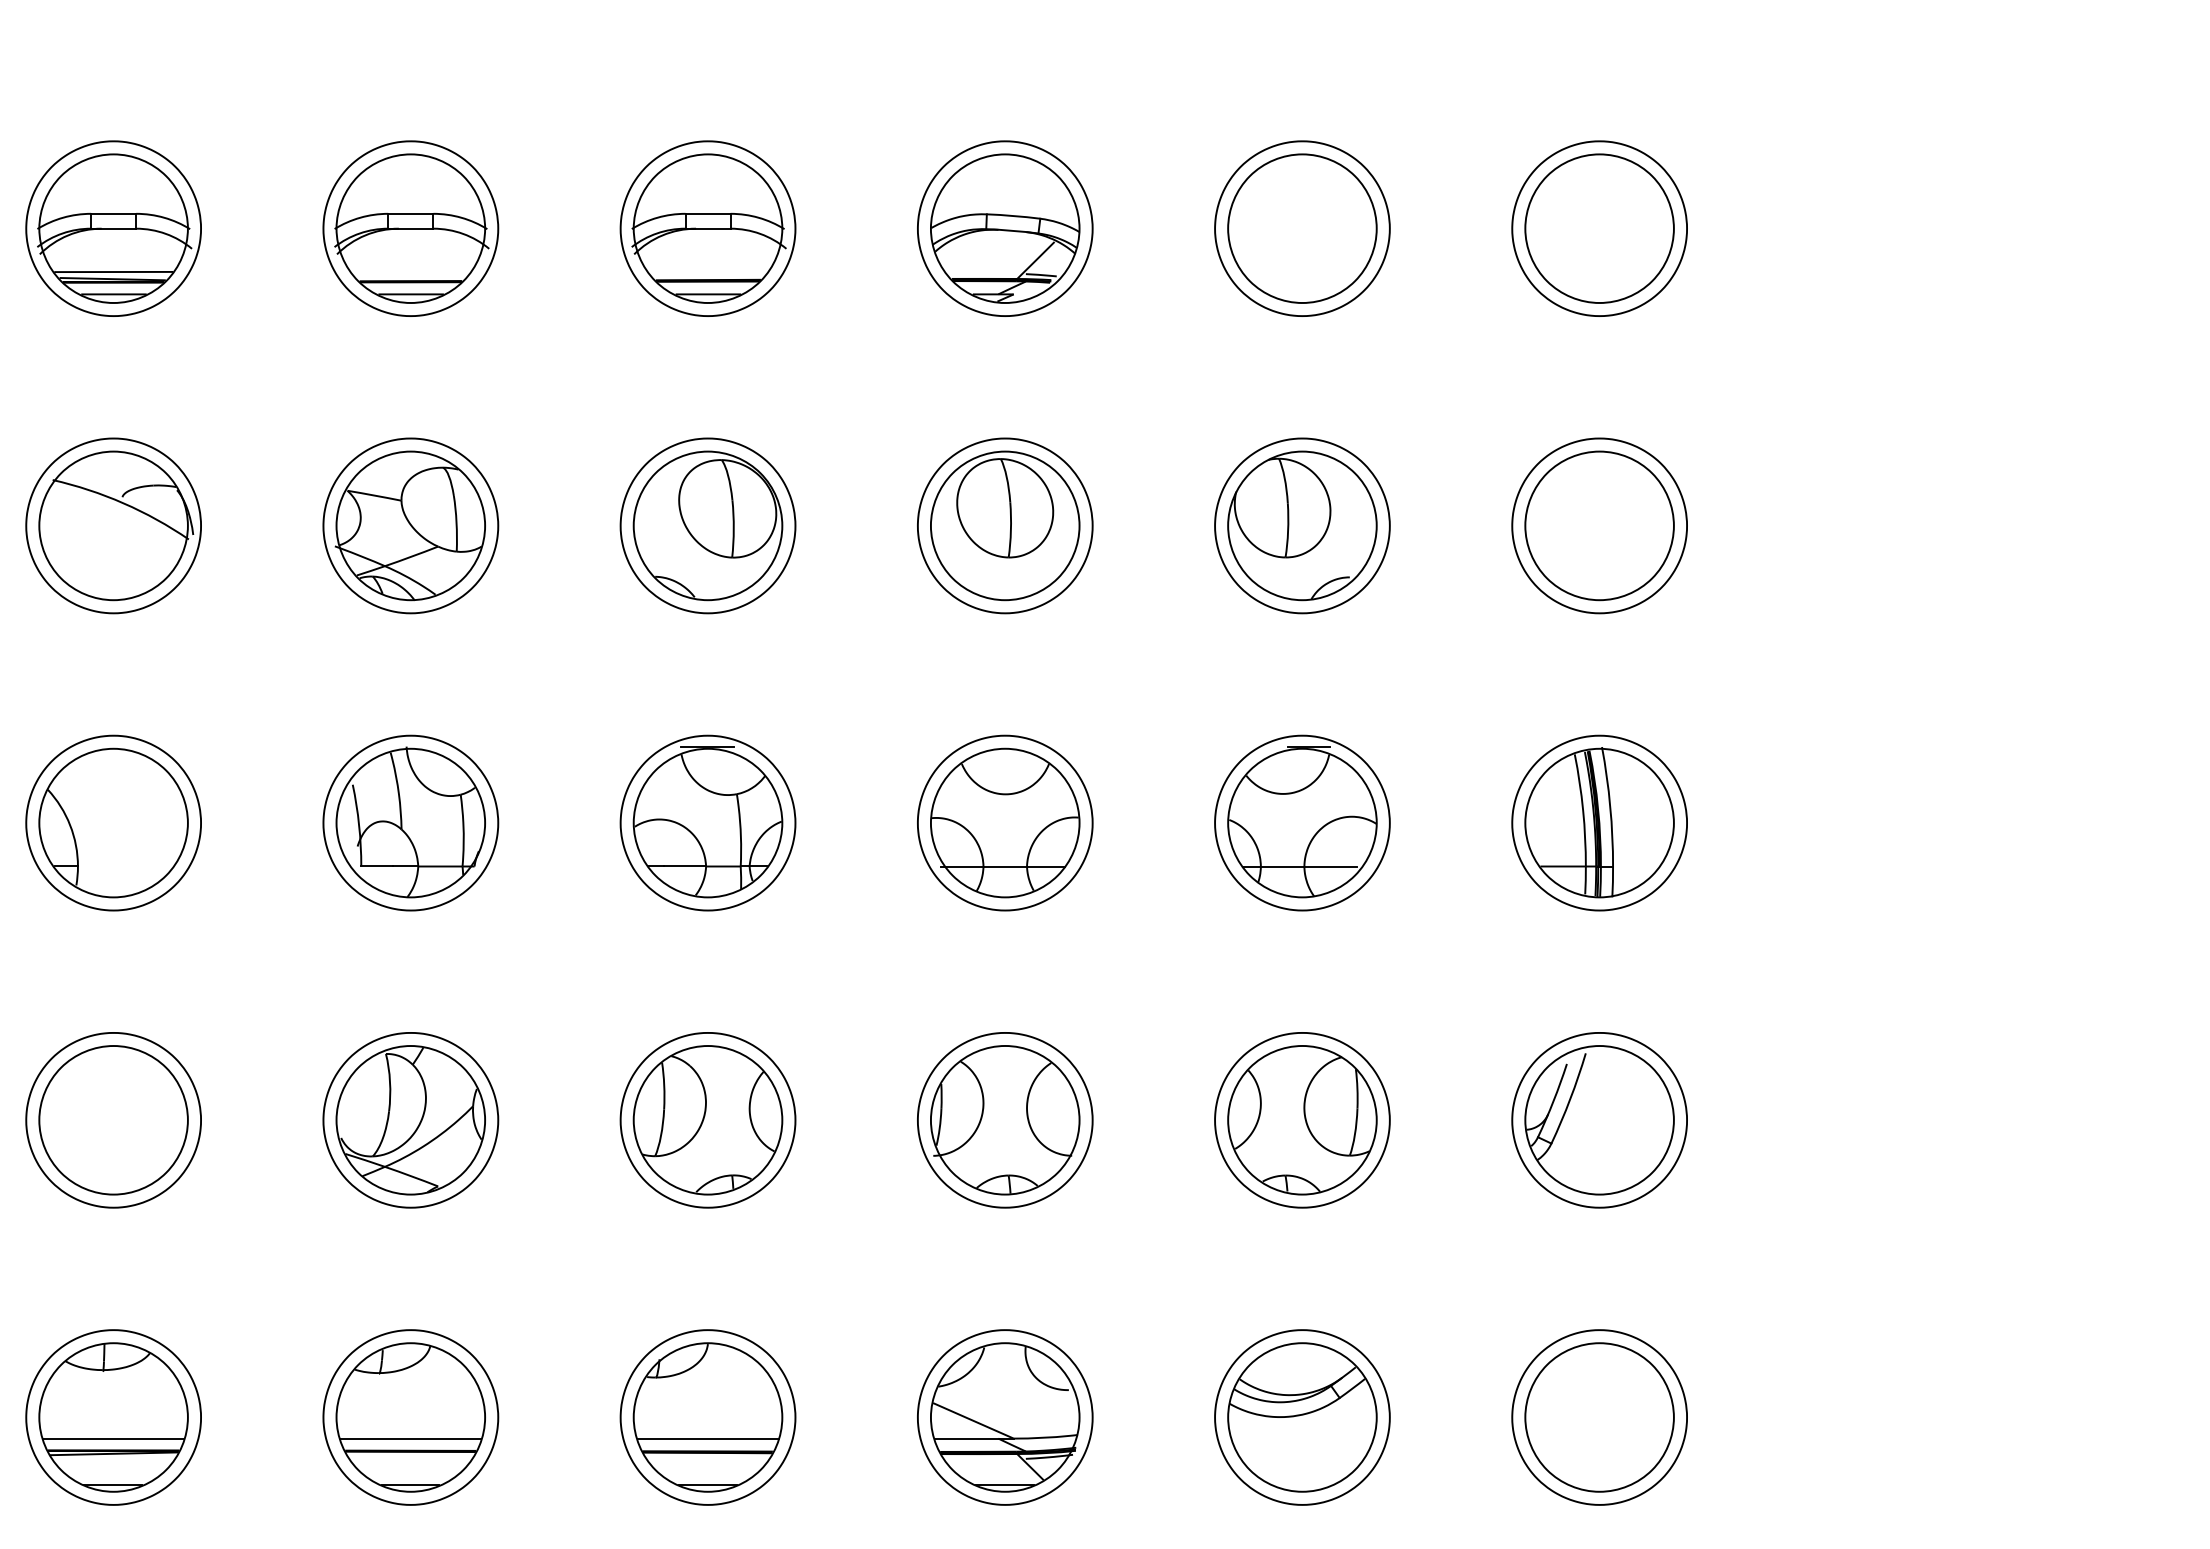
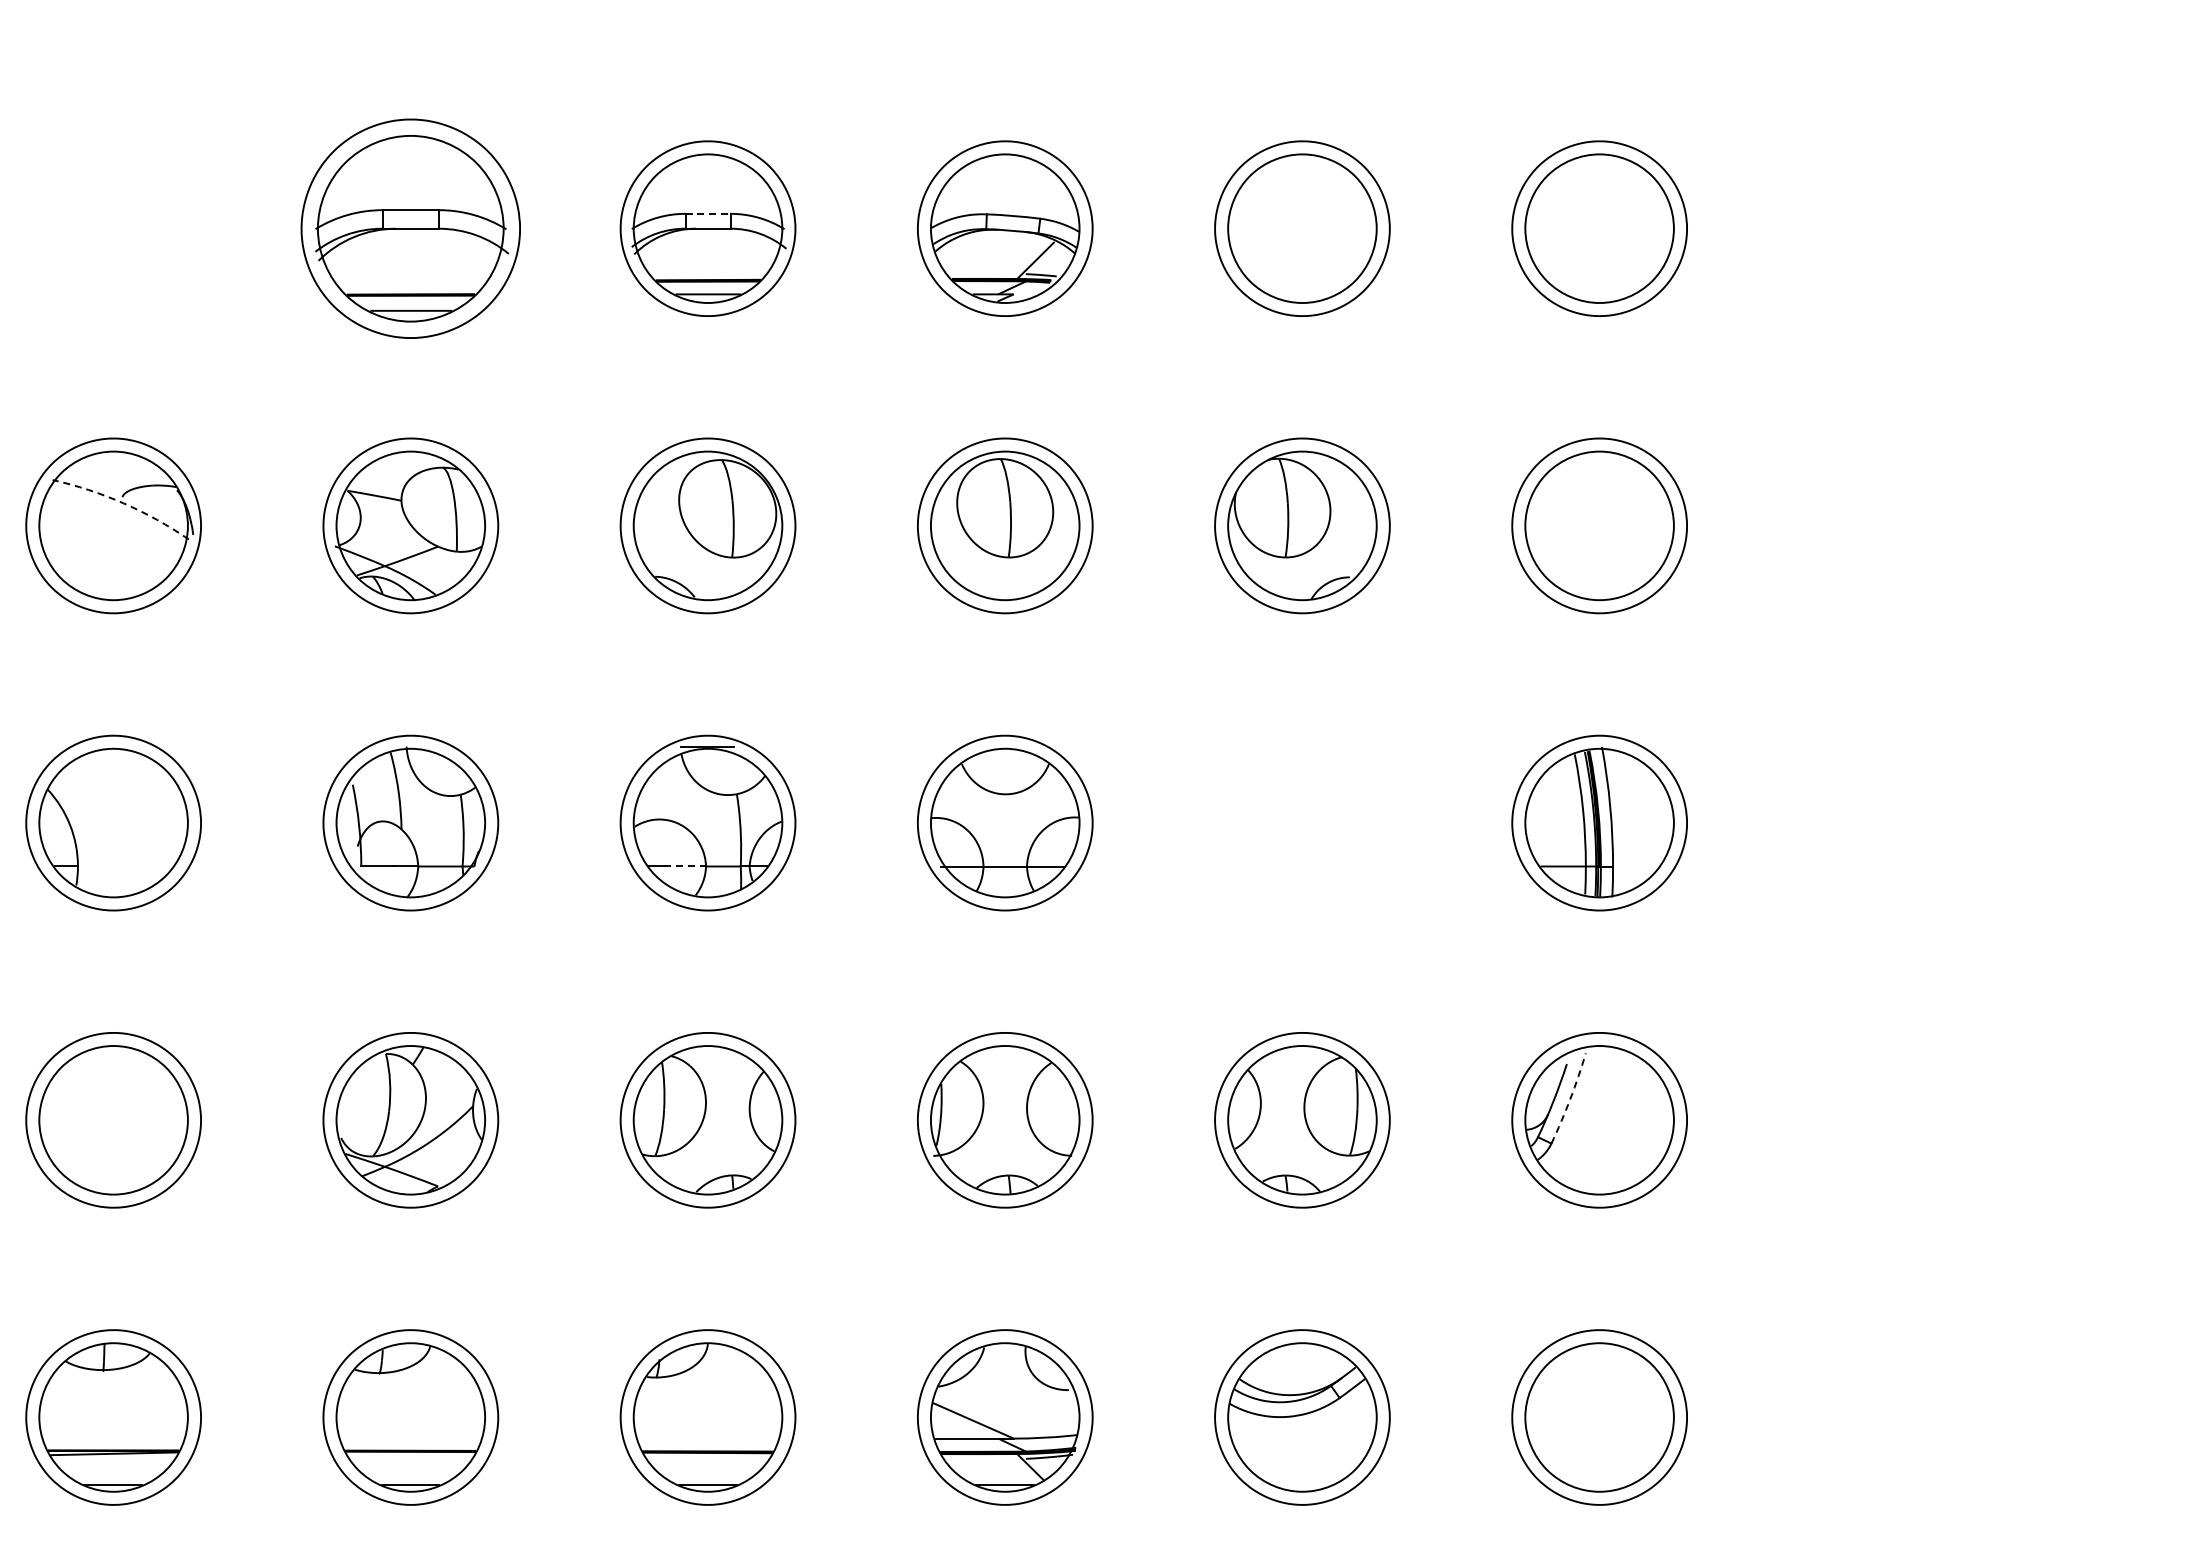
line at (708, 213): solid -> dashed
part at (113, 228): present -> none
part at (410, 228) size: 178x177 px -> 221x221 px
arc at (123, 503): solid -> dashed
part at (1302, 822): present -> none
line at (685, 866): solid -> dashed
arc at (1570, 1099): solid -> dashed
line at (113, 1438): present -> none
line at (410, 1438): present -> none
line at (707, 1438): present -> none
